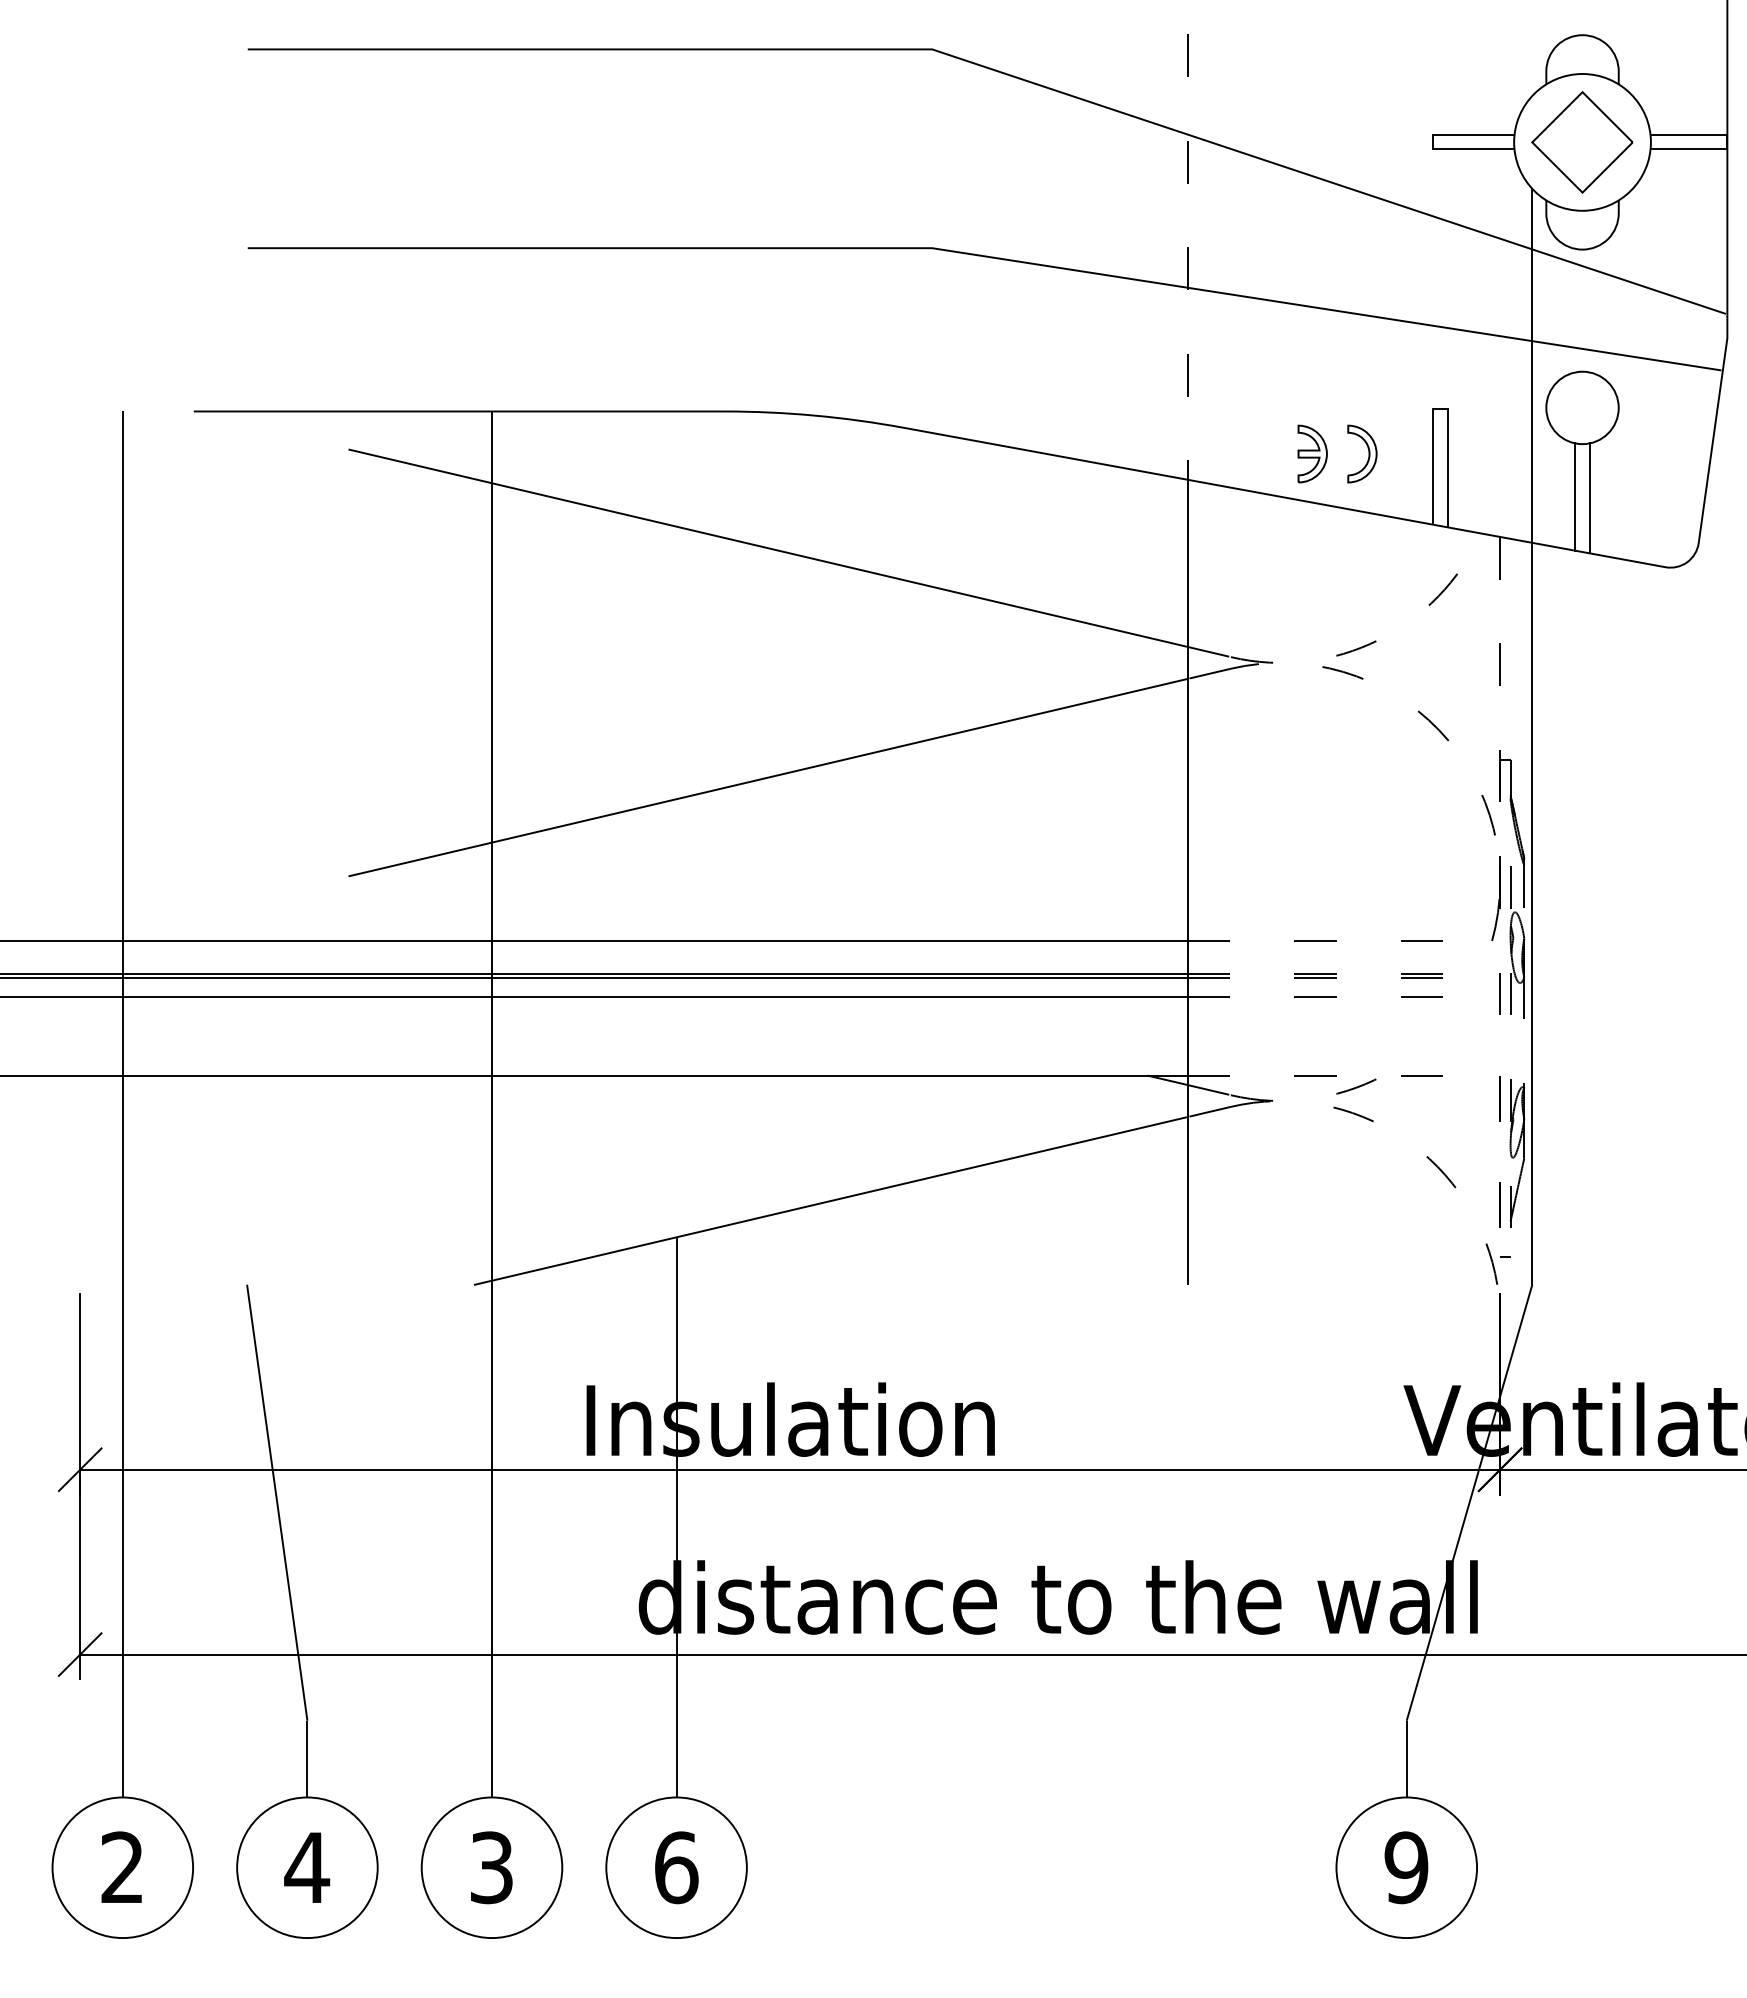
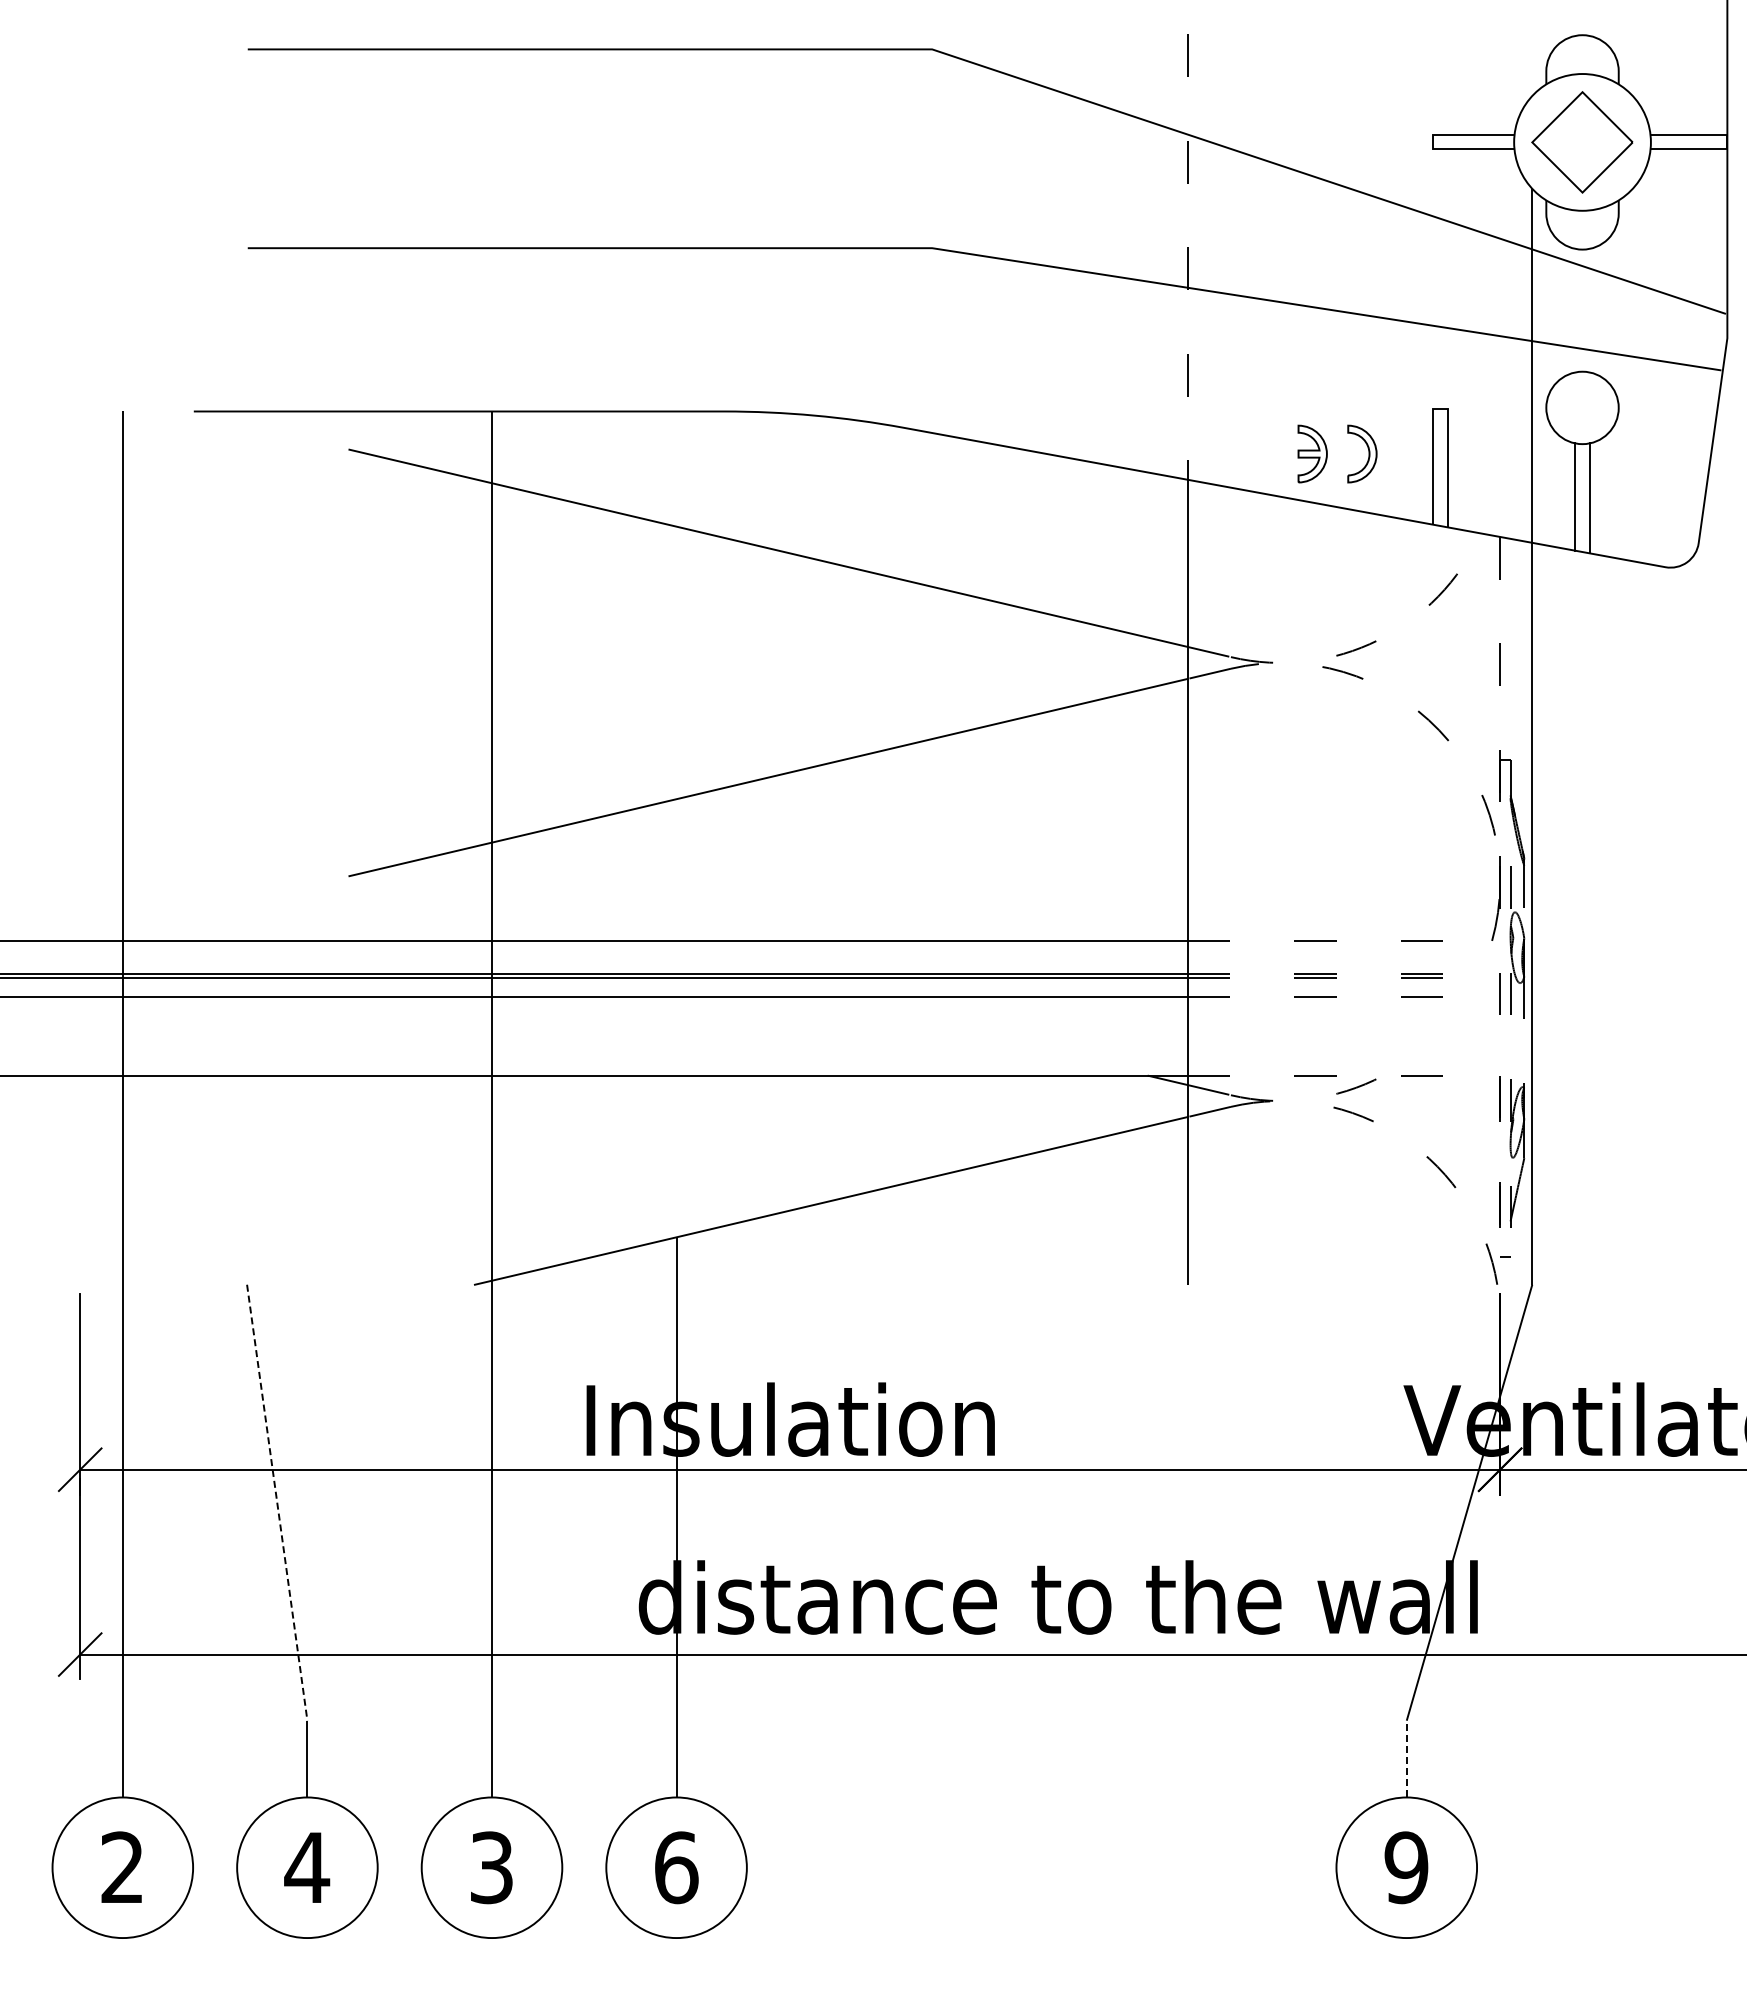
line at (277, 1503): solid -> dashed
line at (1406, 1758): solid -> dashed
